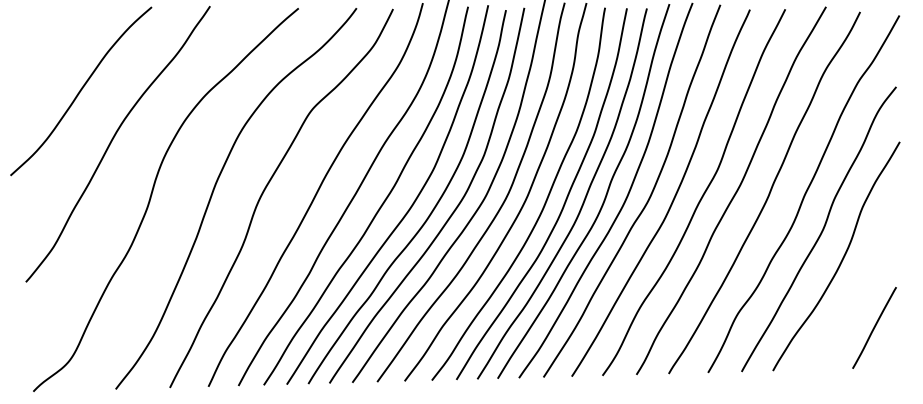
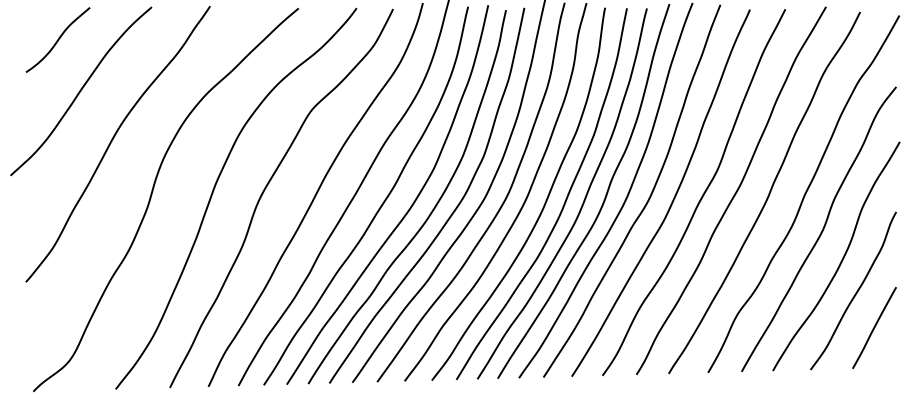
curve at (57, 39): none -> present
curve at (855, 292): none -> present
